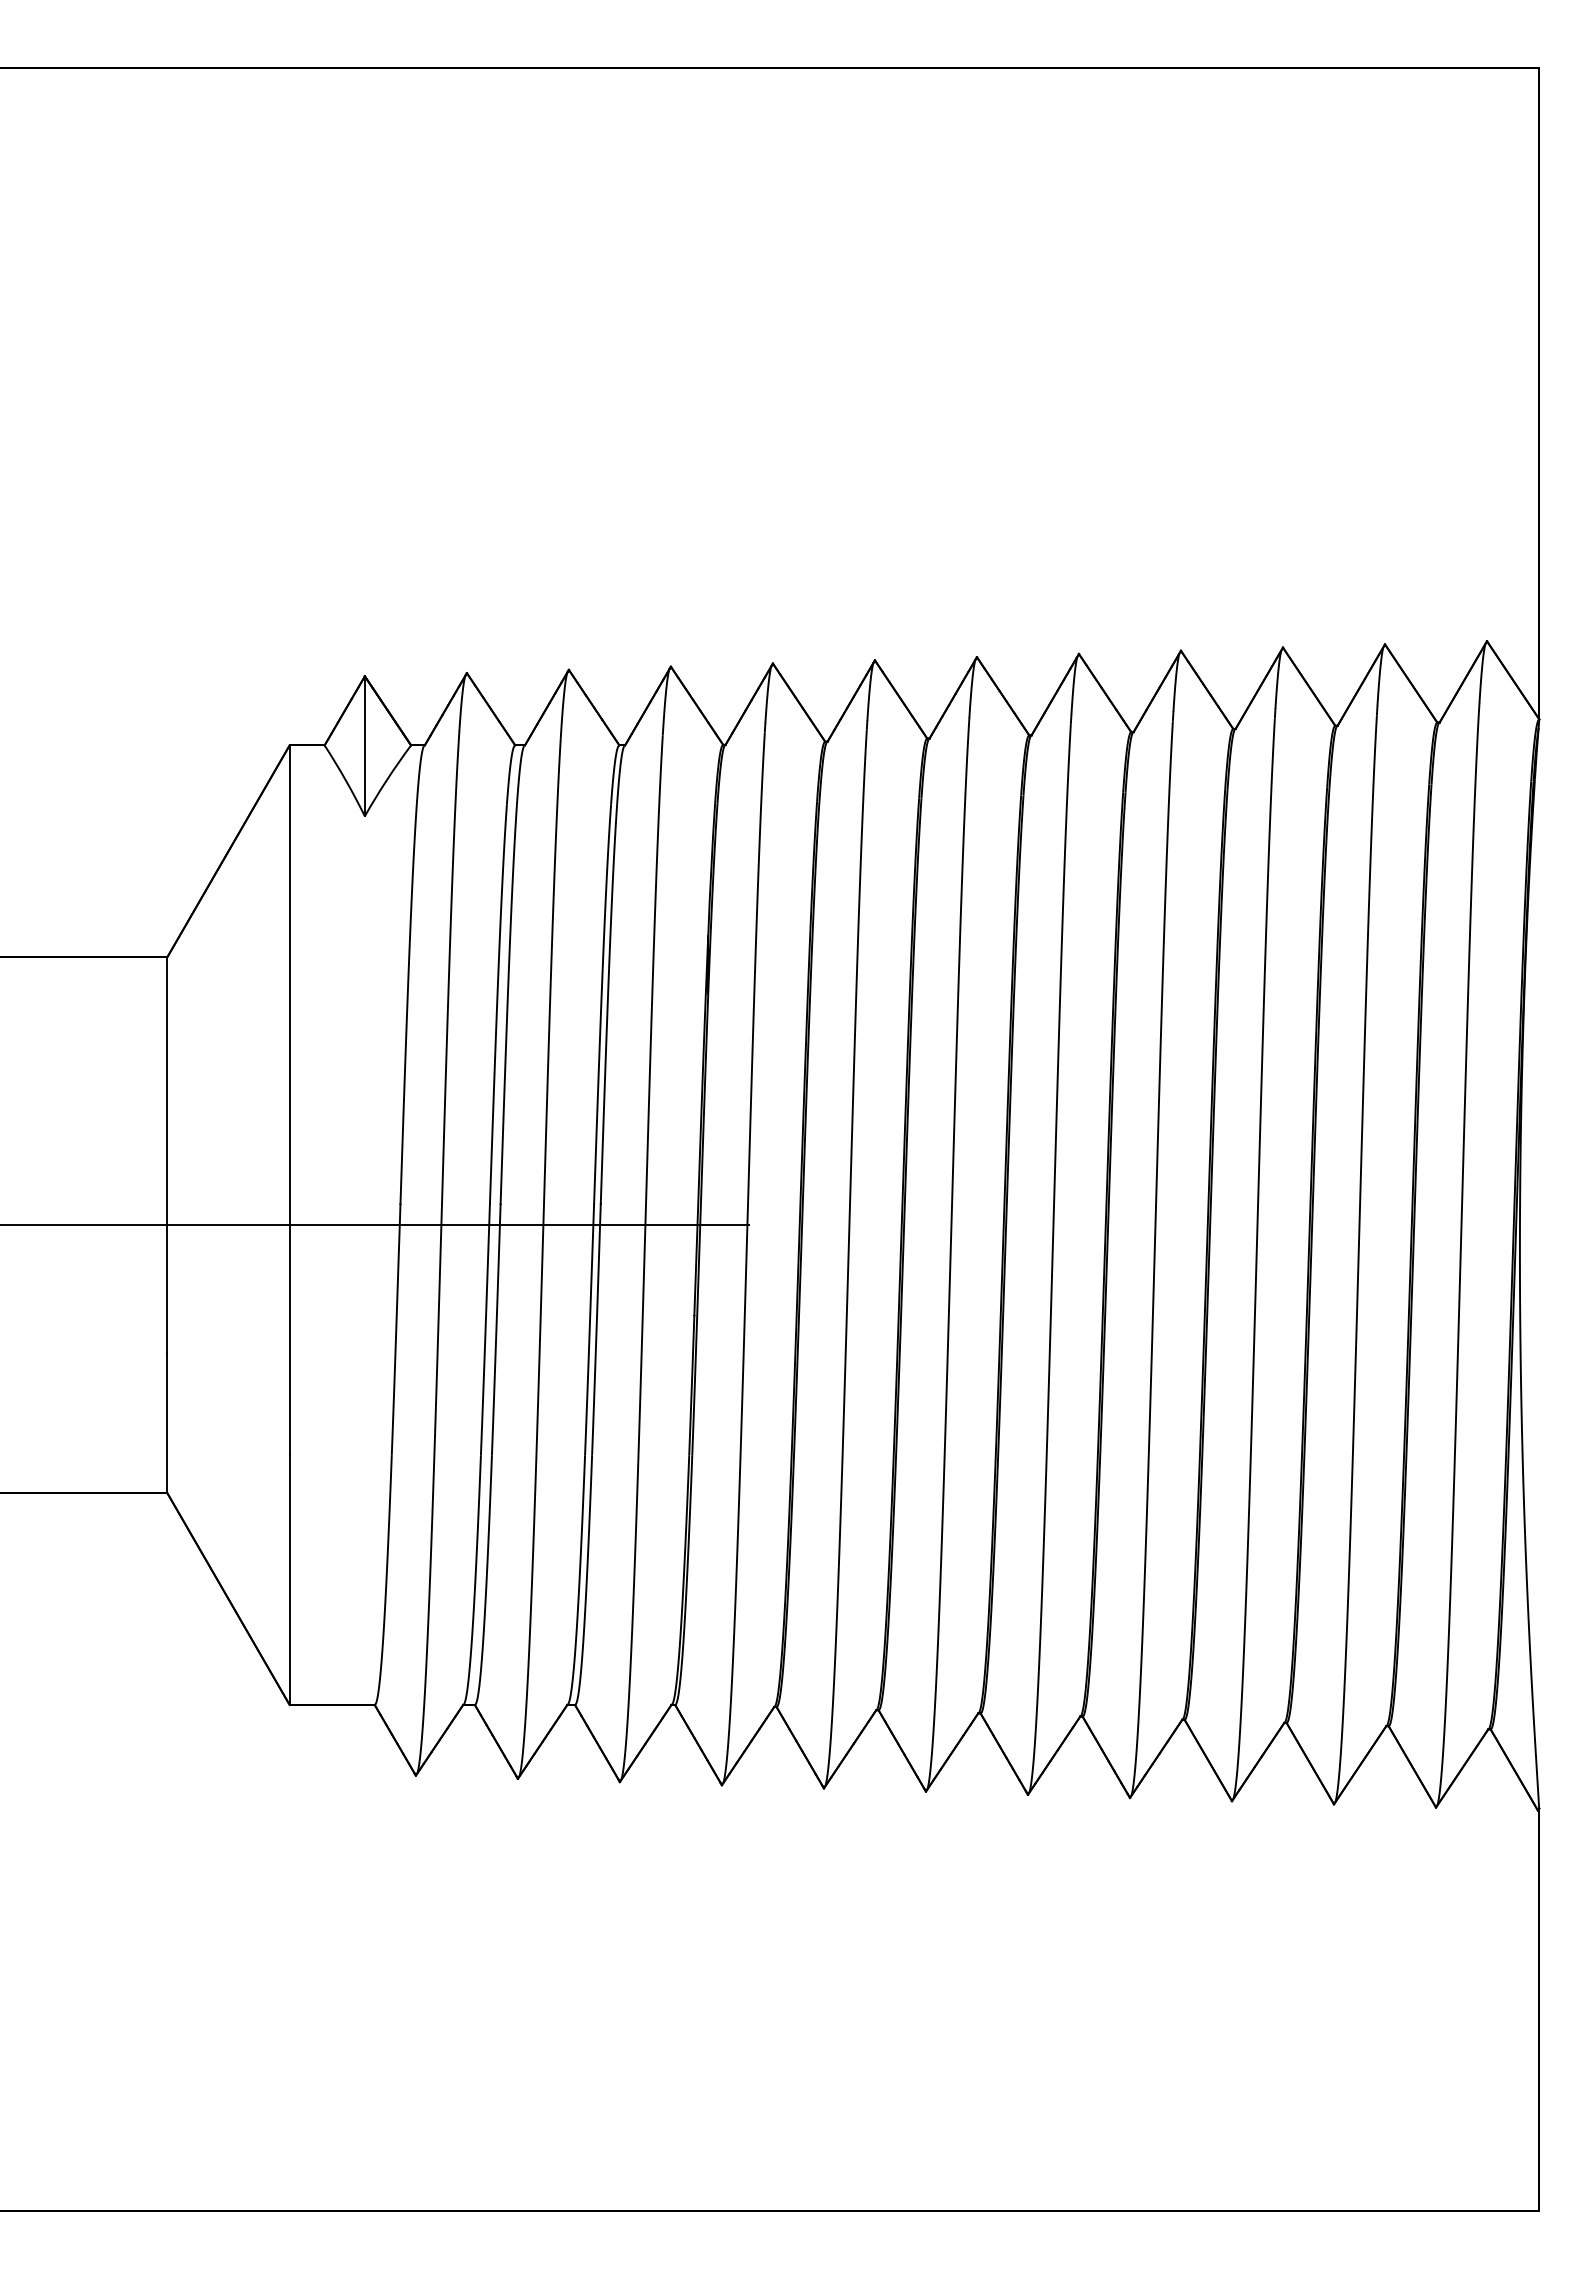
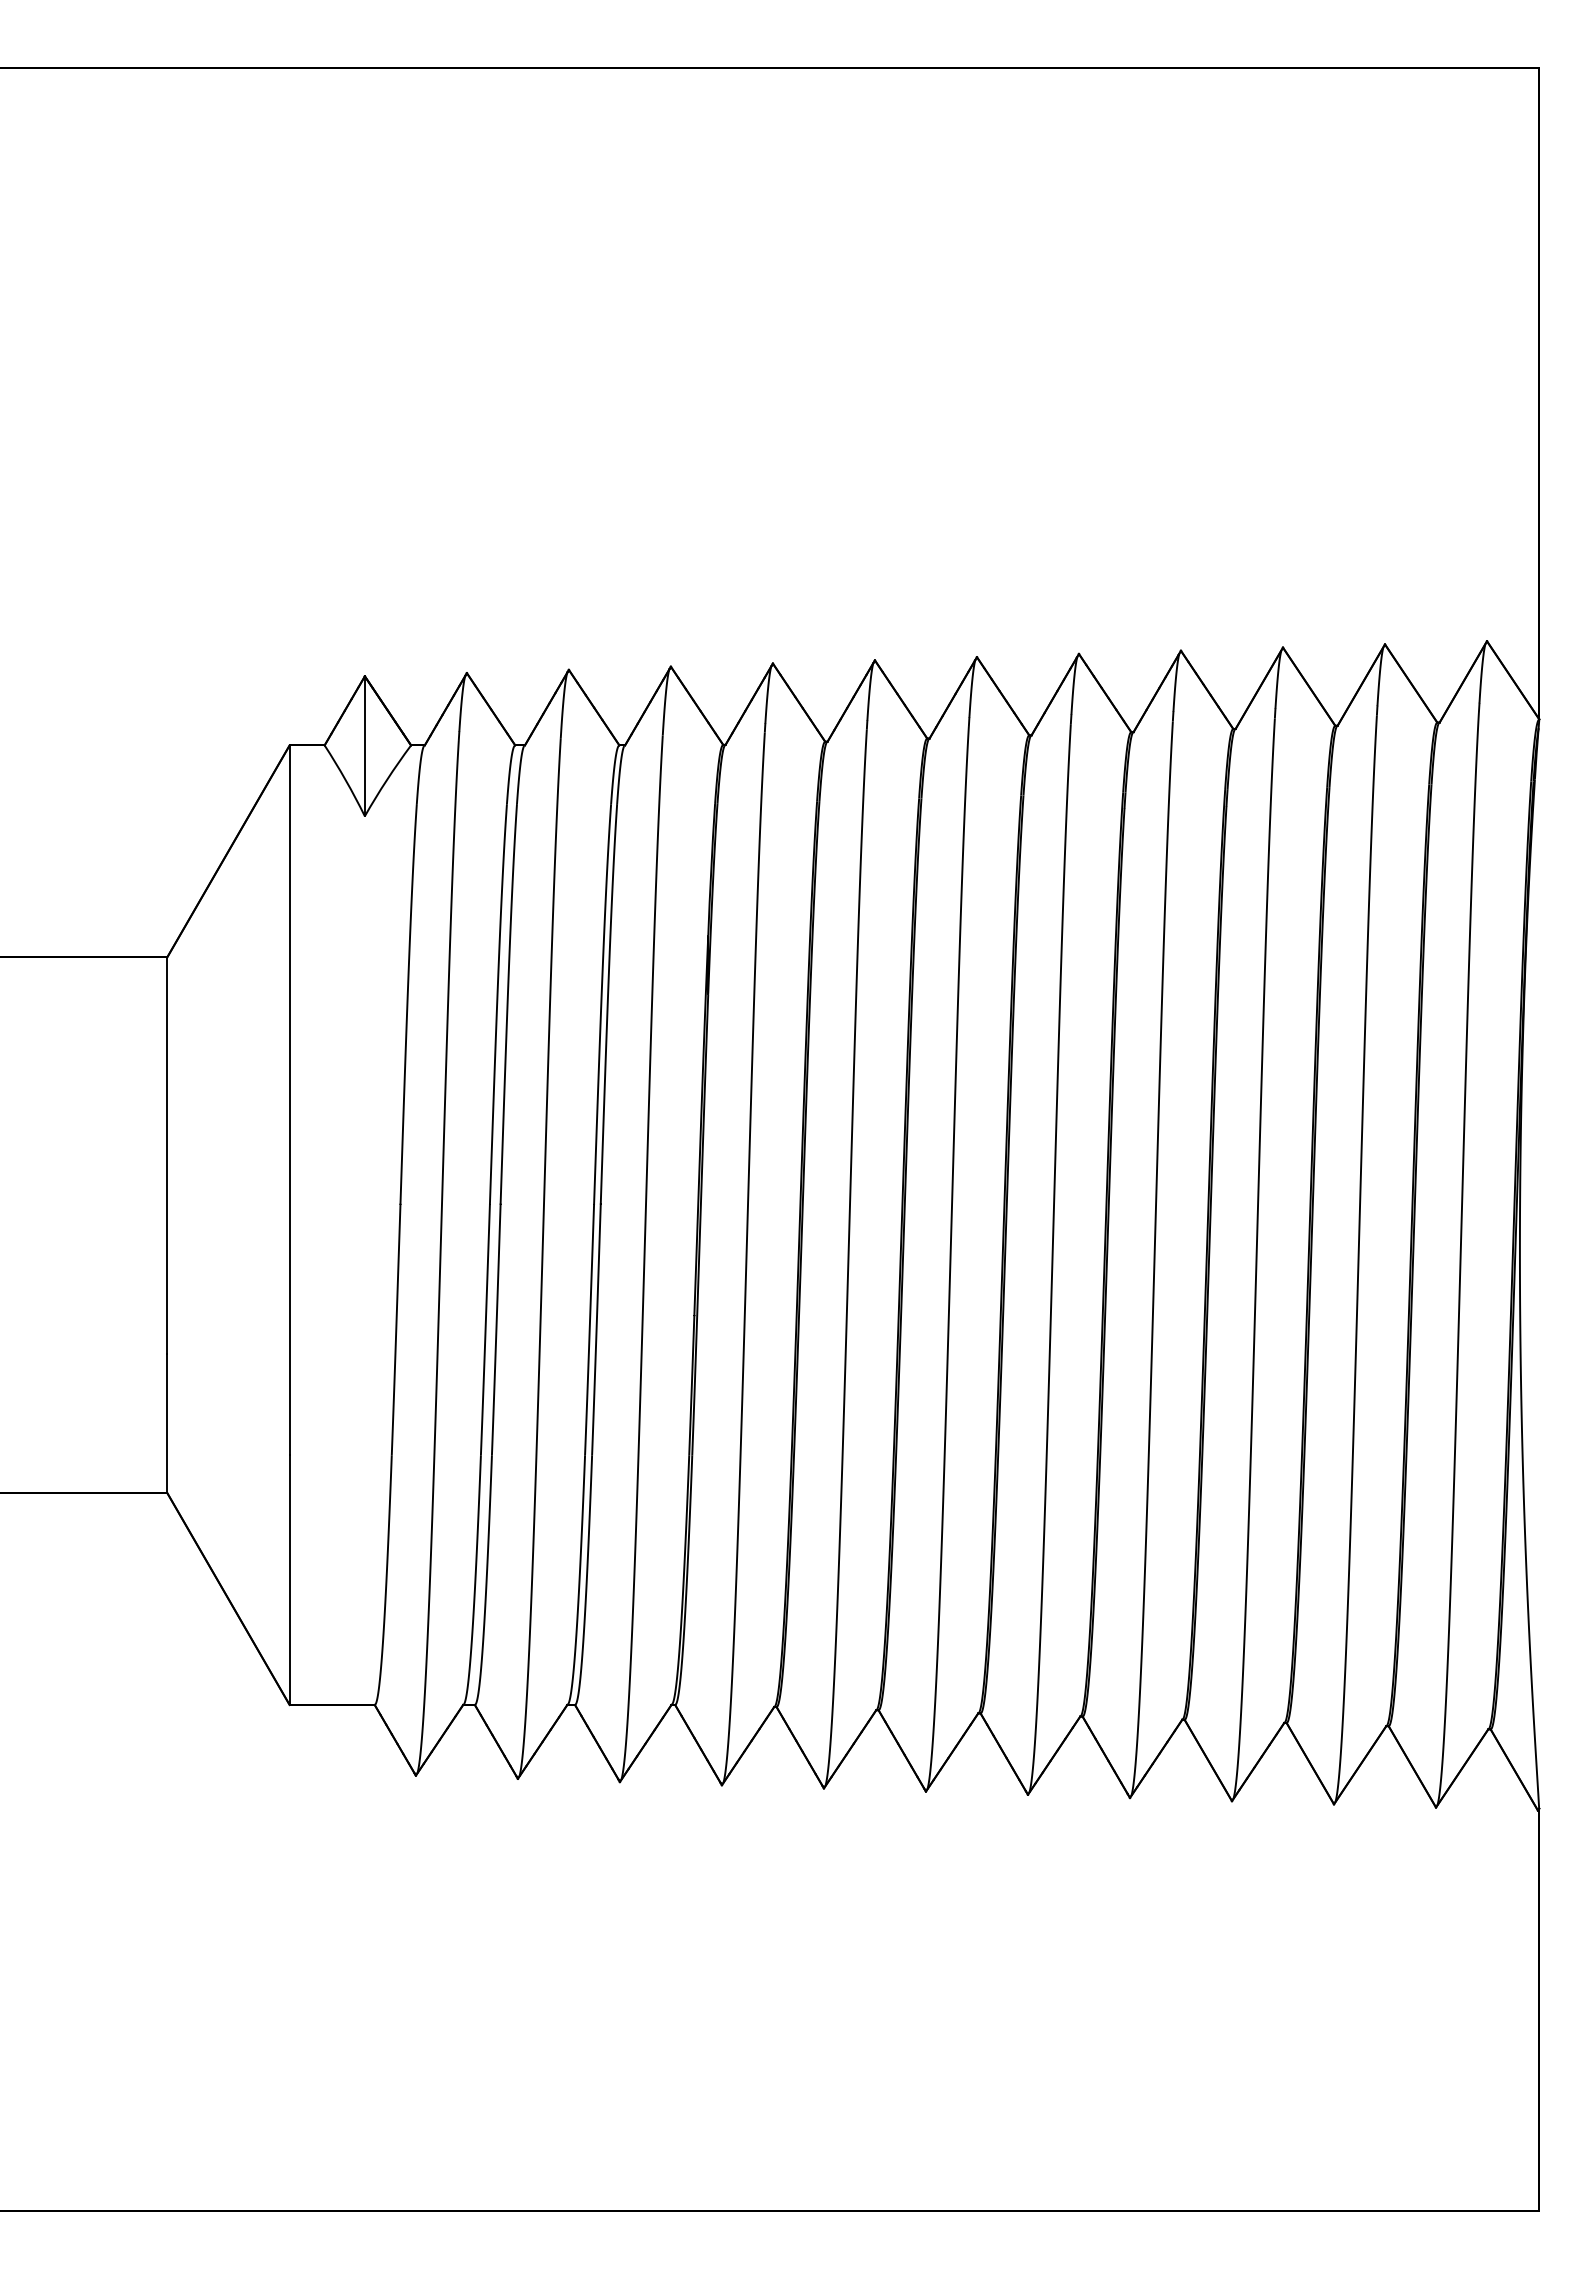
line at (376, 1225): present -> none
